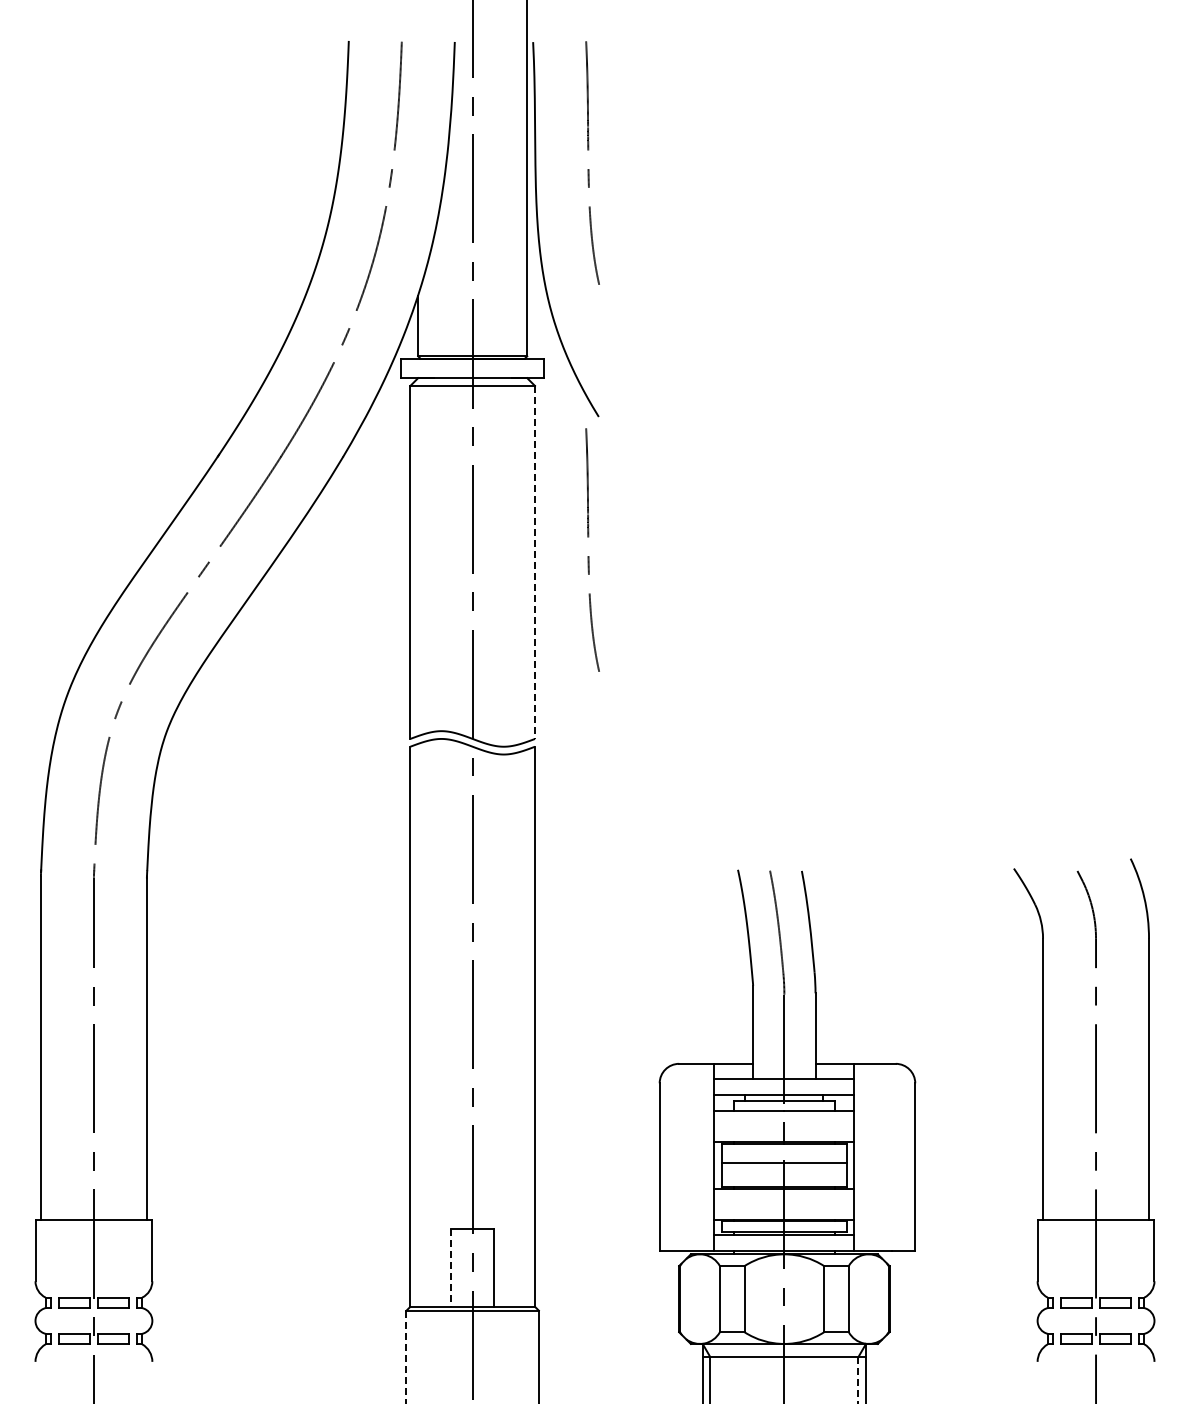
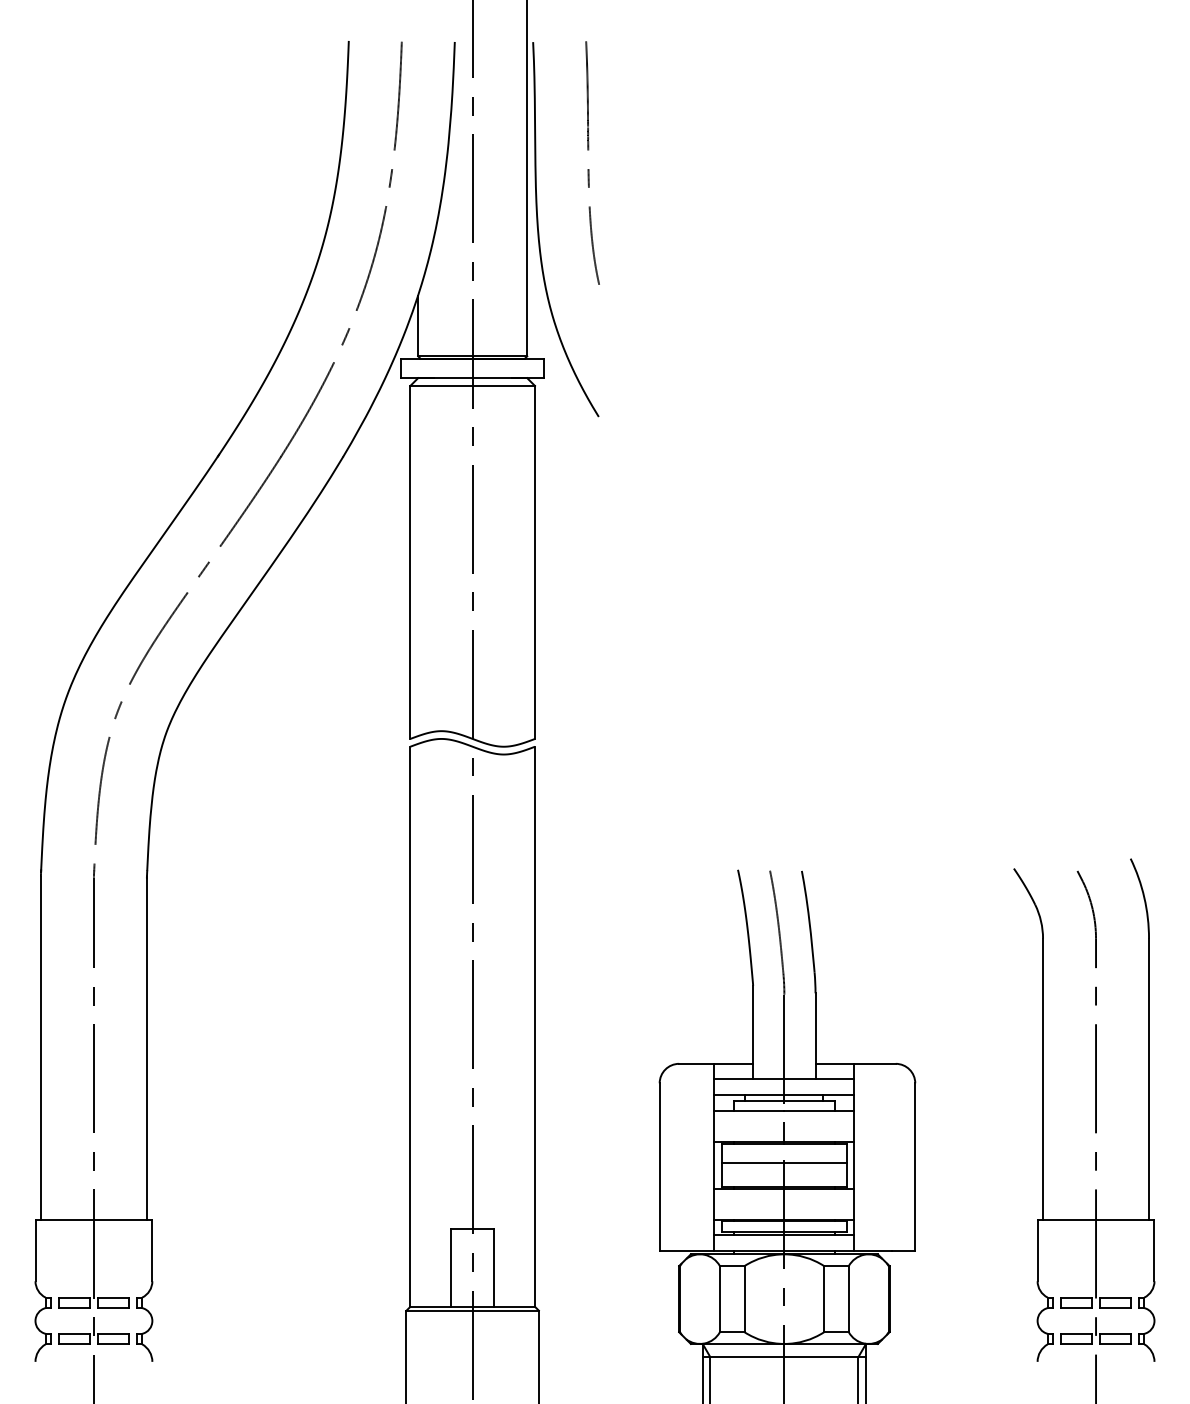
curve at (589, 556): present -> none
line at (535, 562): dashed -> solid
line at (451, 1267): dashed -> solid
line at (406, 1357): dashed -> solid
line at (858, 1380): dashed -> solid
